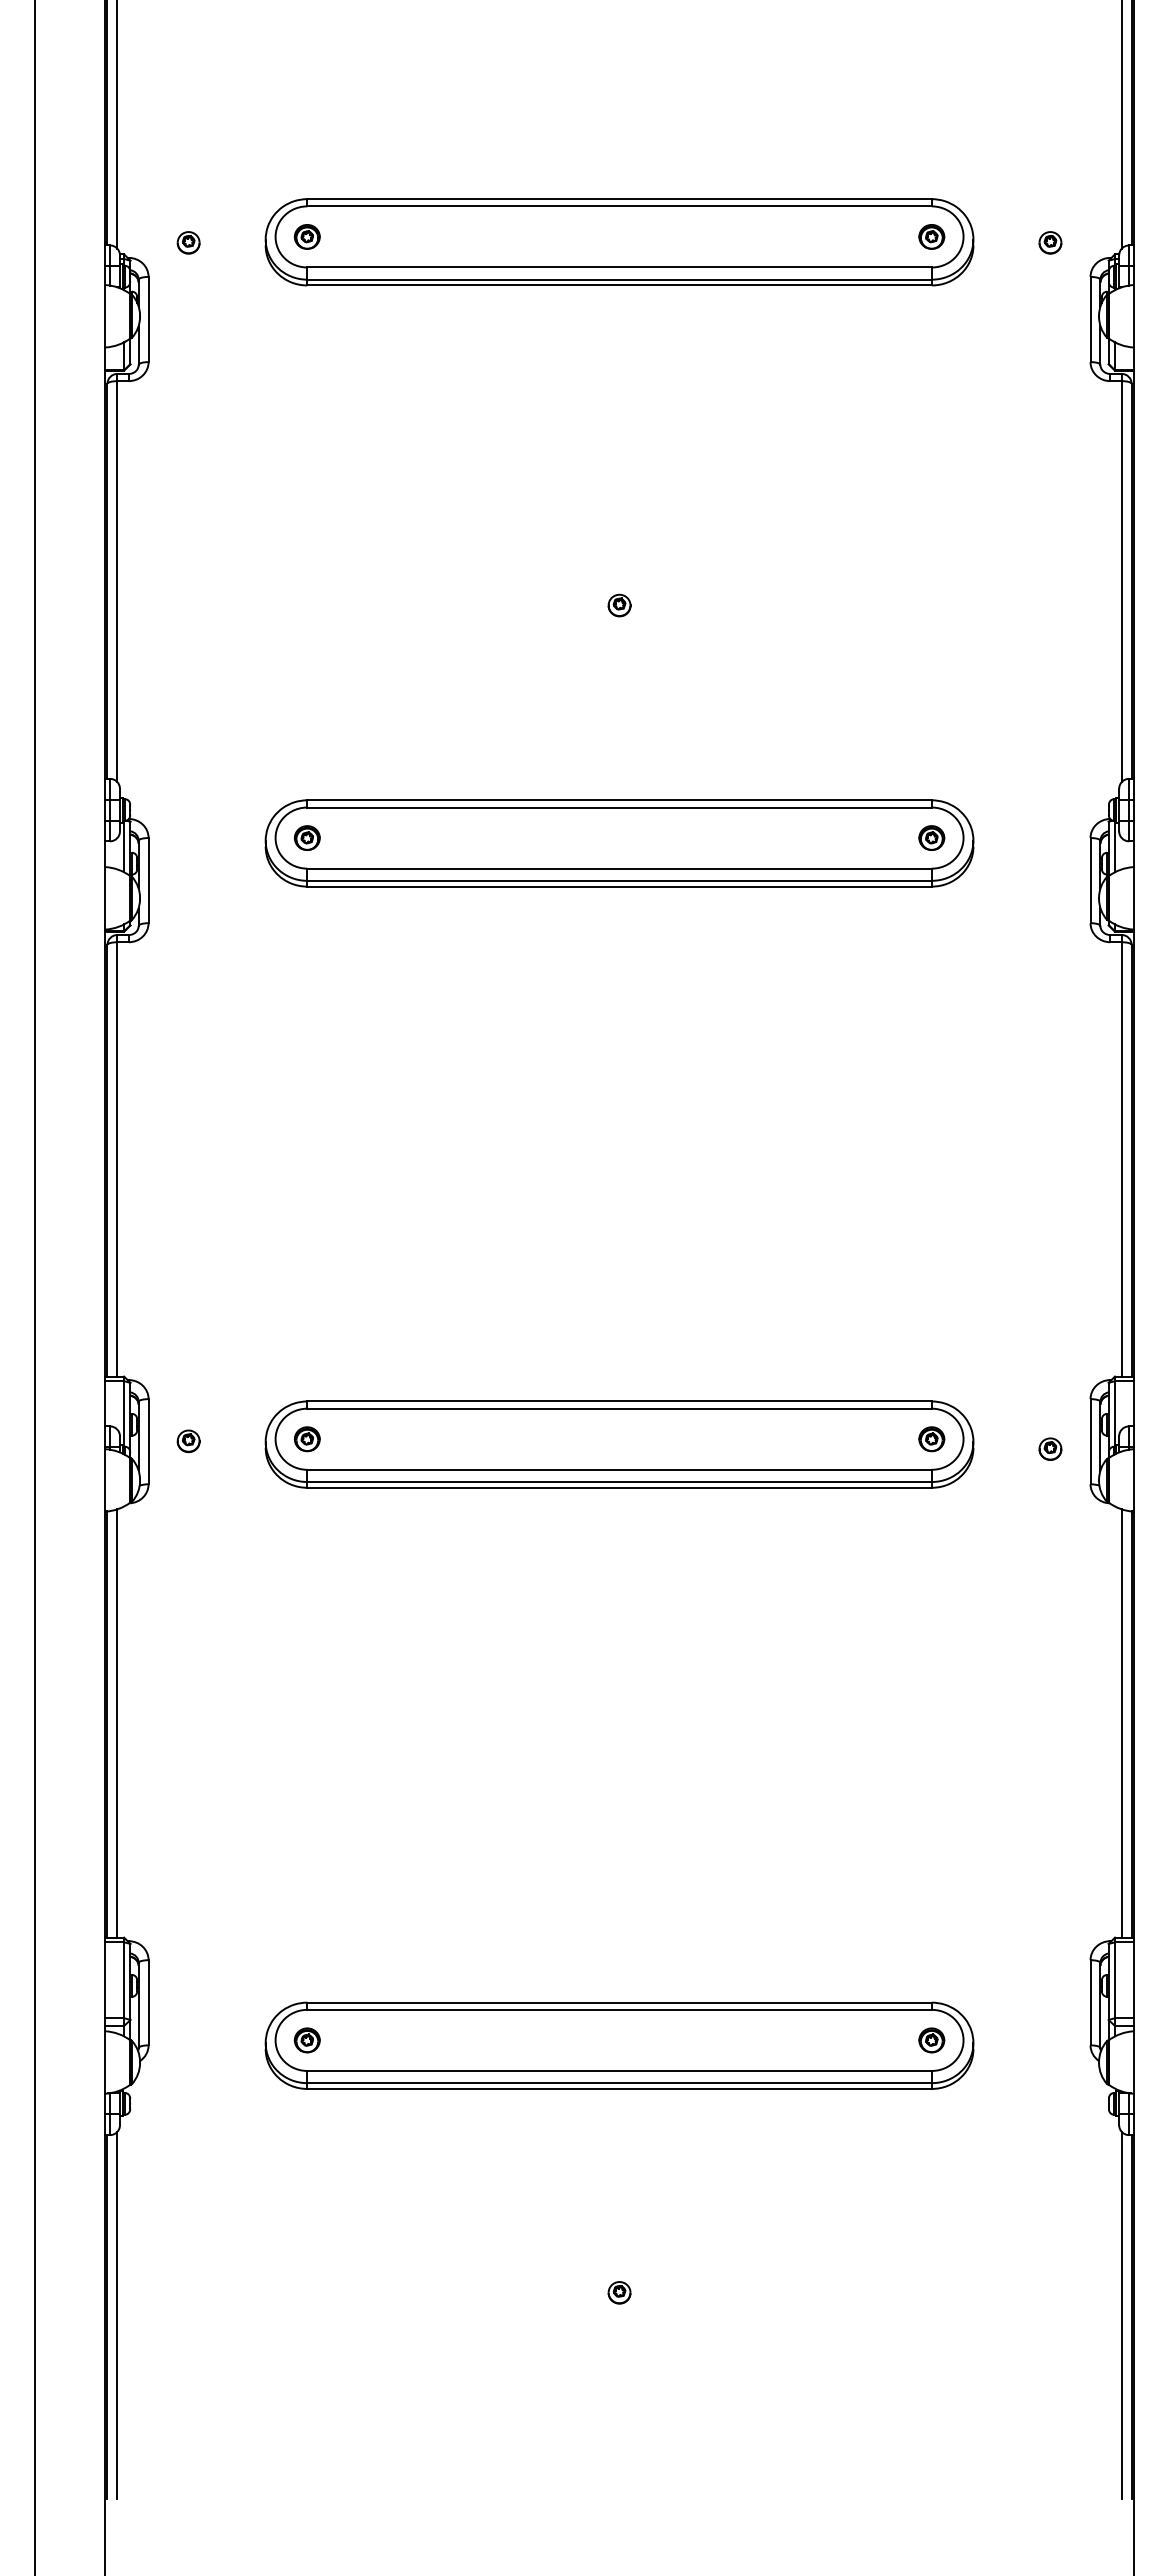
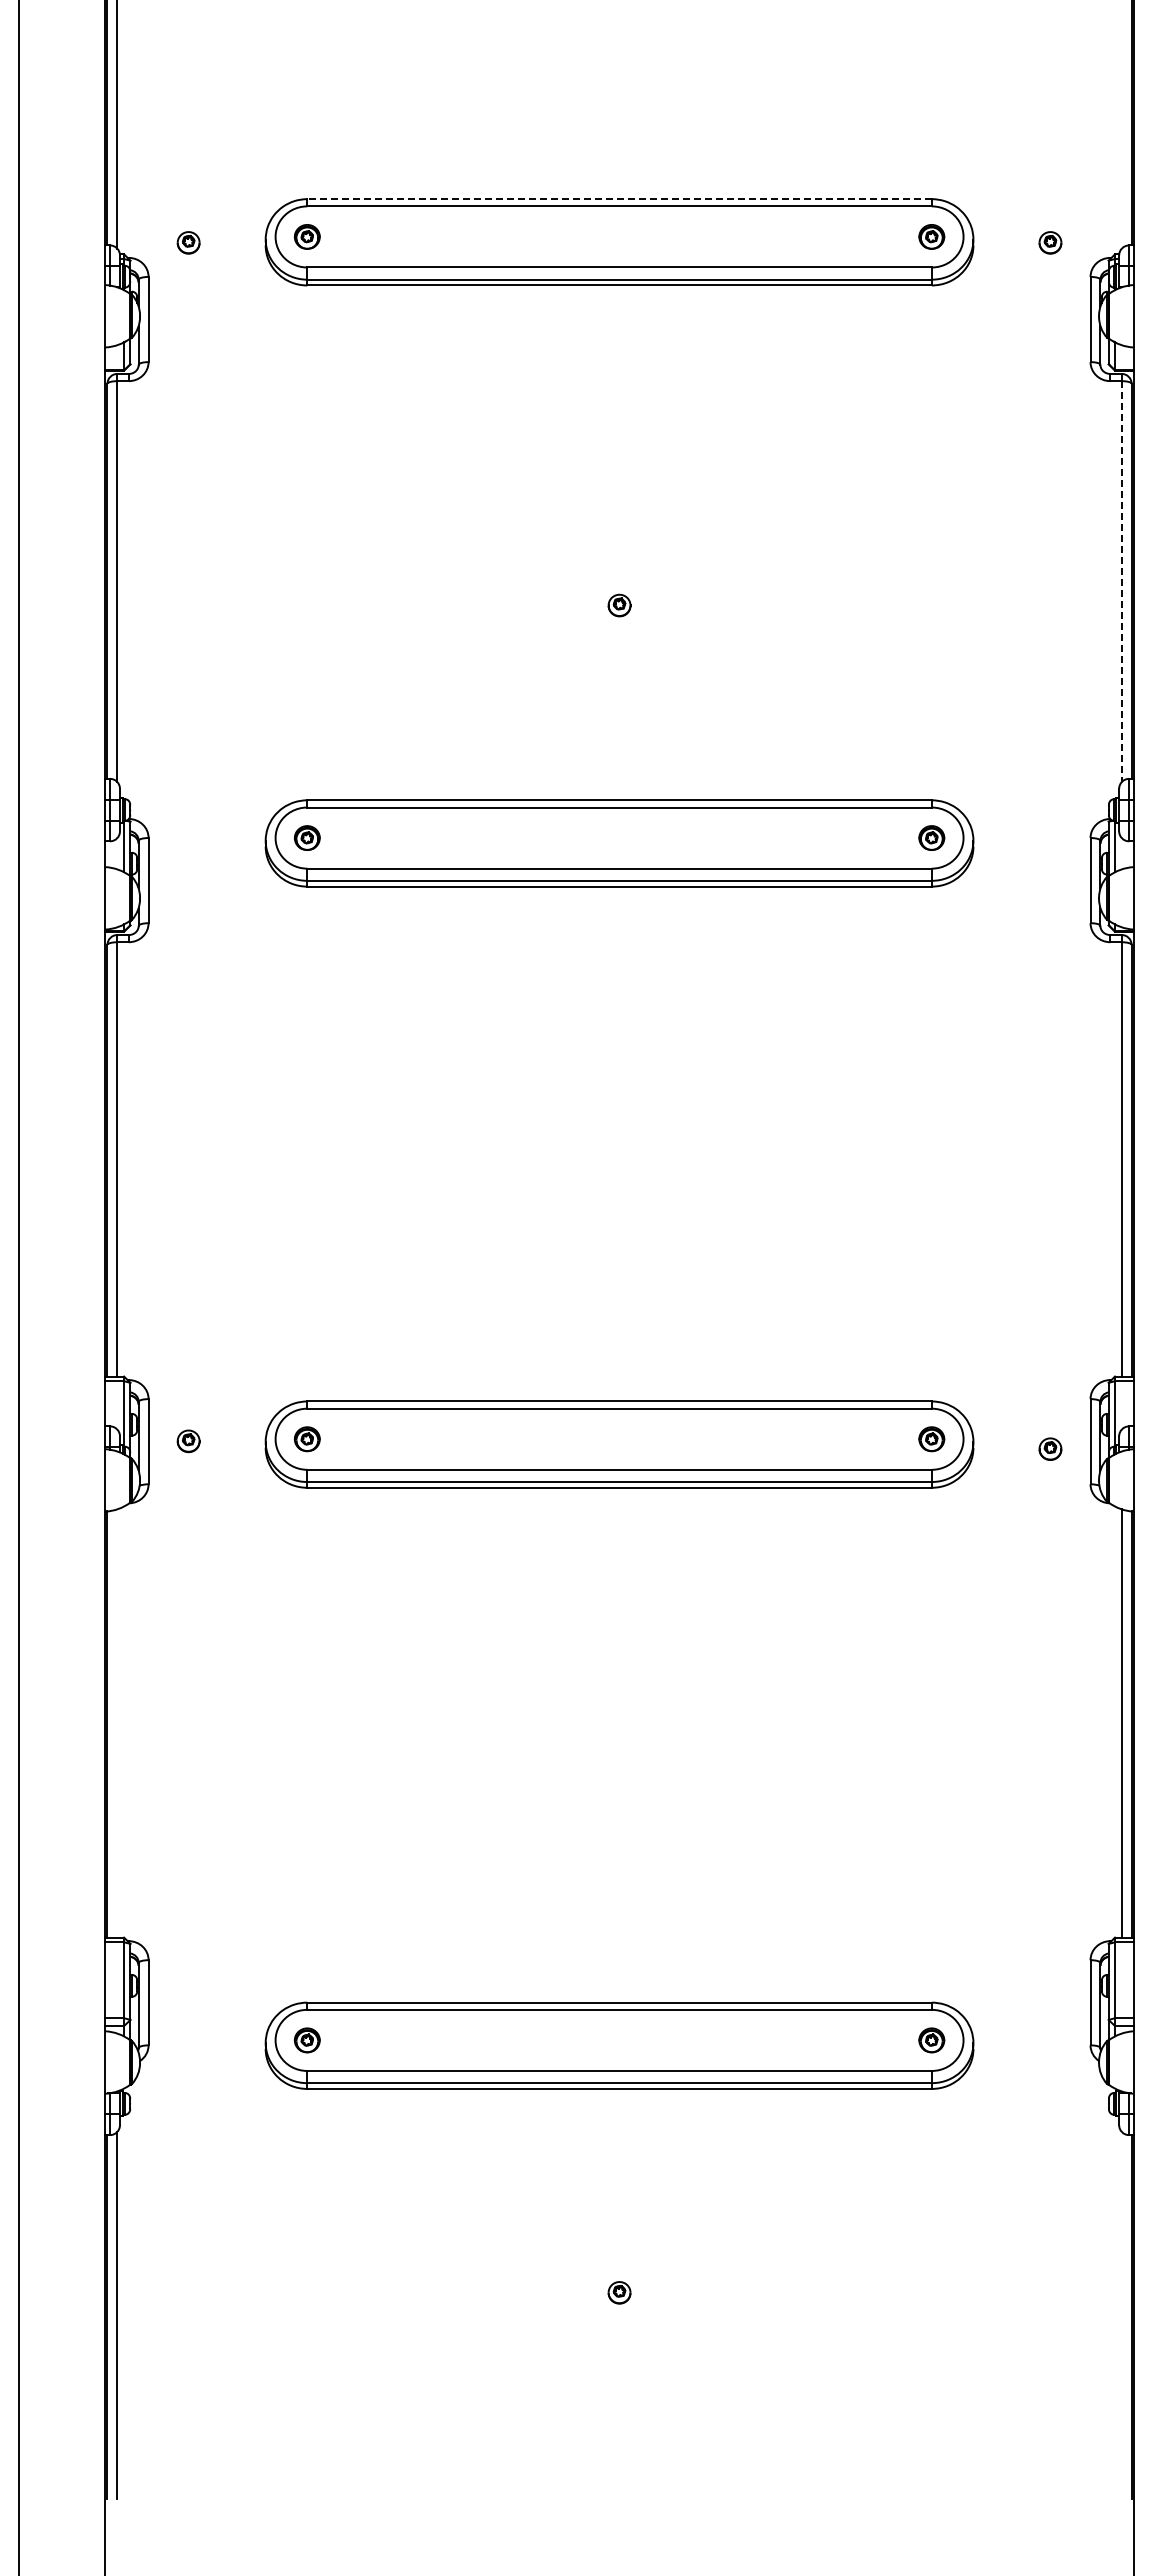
line at (1121, 125): present -> none
line at (619, 199): solid -> dashed
line at (1121, 582): solid -> dashed
line at (35, 1287) position: (35, 1287) -> (19, 1287)
line at (117, 1723): present -> none
line at (1121, 2314): present -> none
